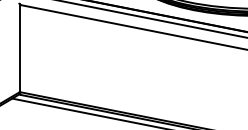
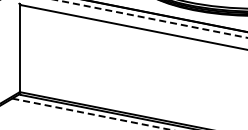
line at (152, 19): solid -> dashed
line at (91, 114): solid -> dashed
